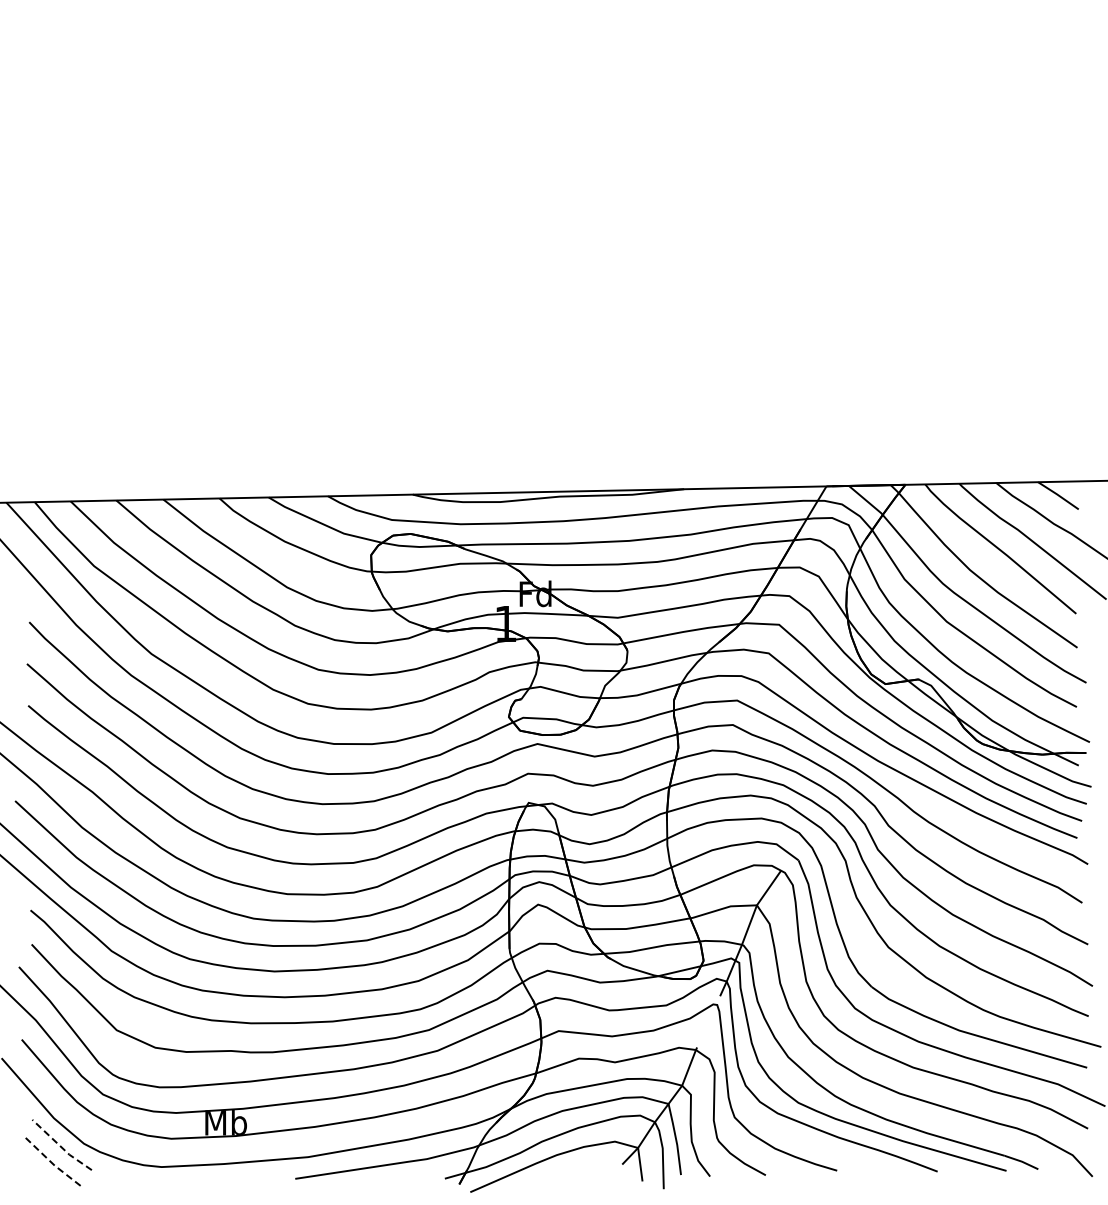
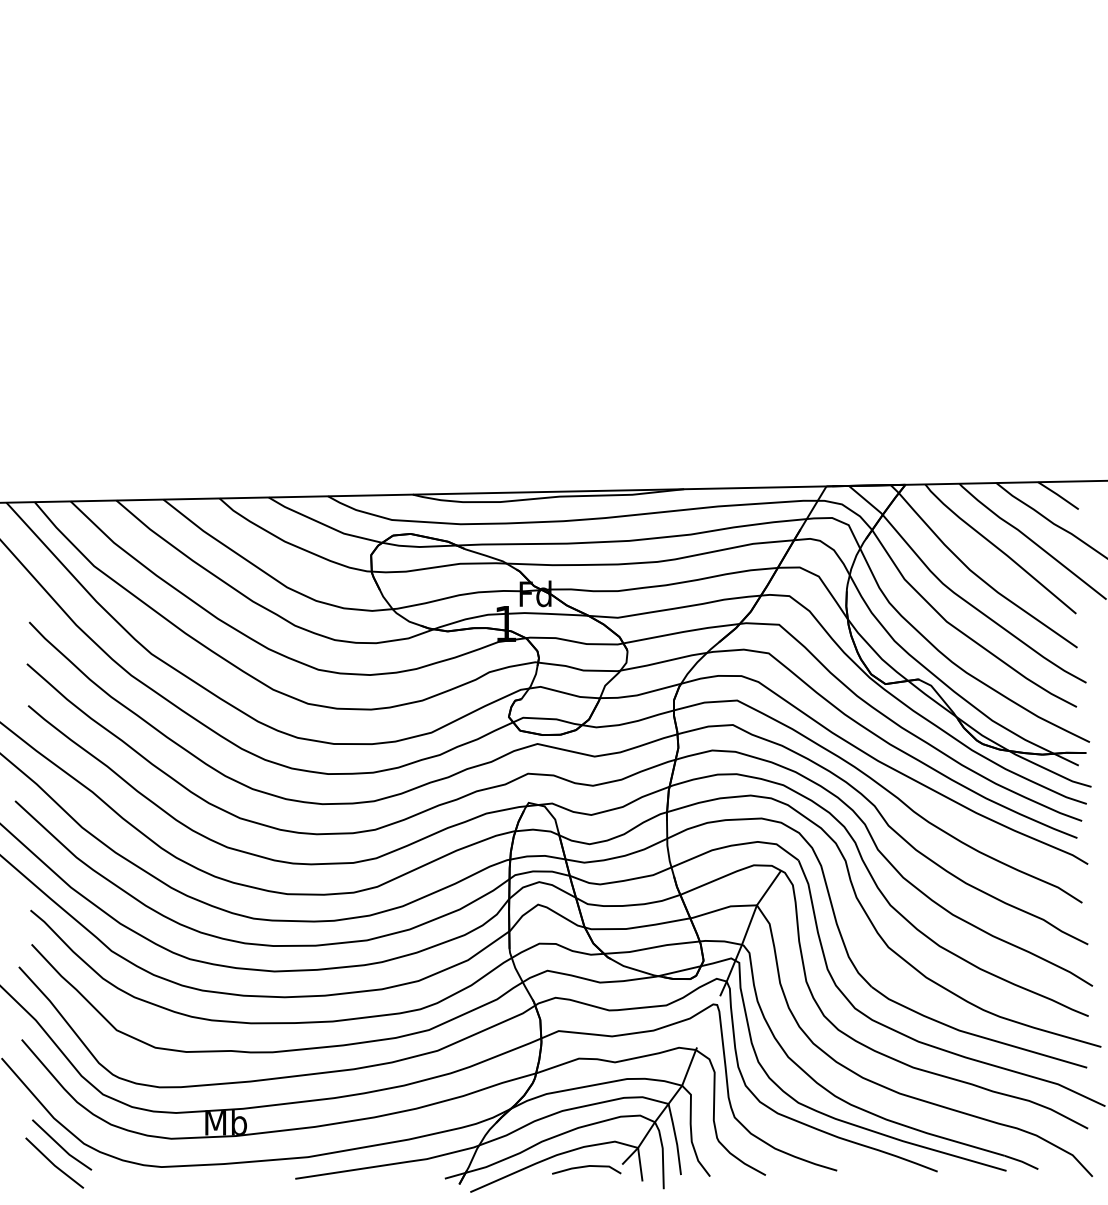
line at (61, 1147): dashed -> solid
line at (54, 1165): dashed -> solid
line at (586, 1167): none -> present
